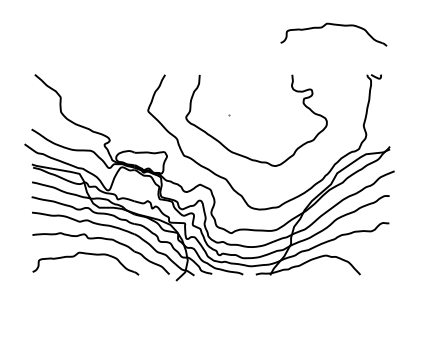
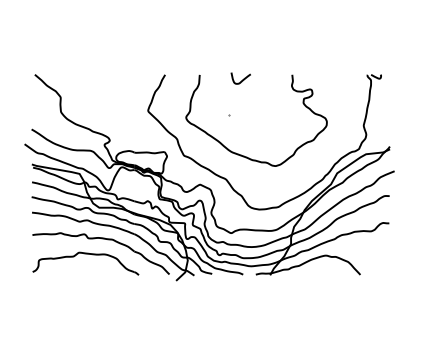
part at (333, 25): present -> none
curve at (242, 79): none -> present
